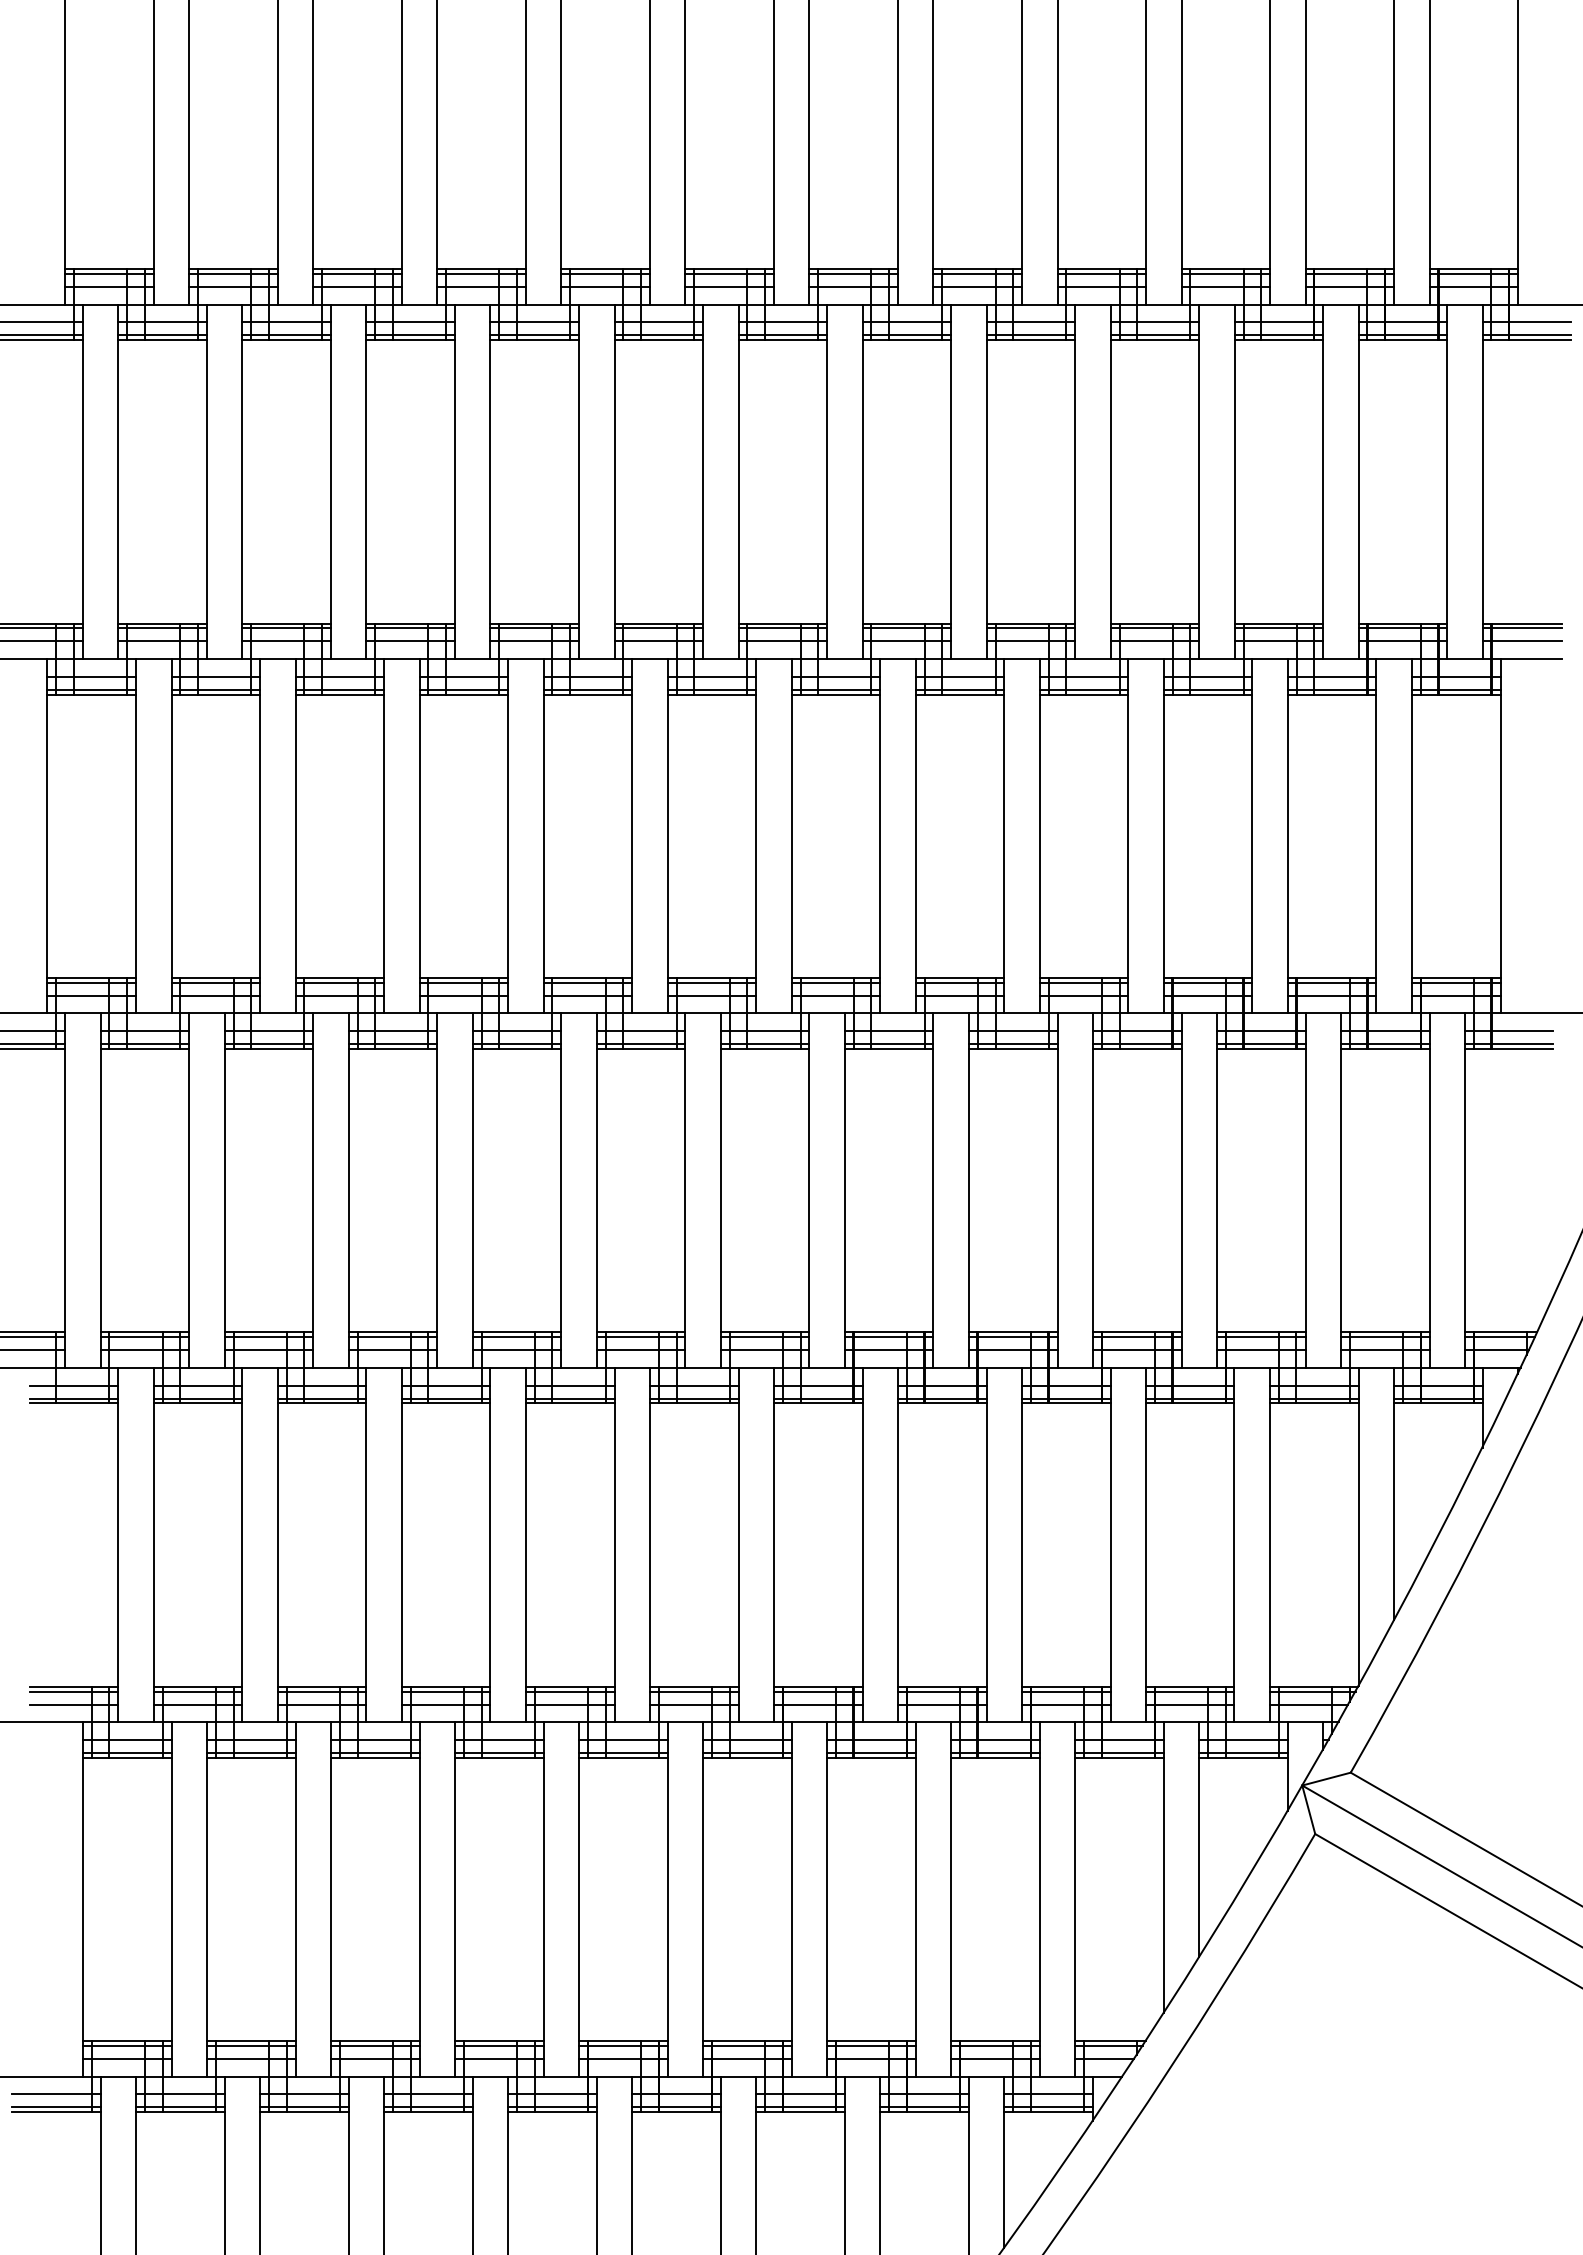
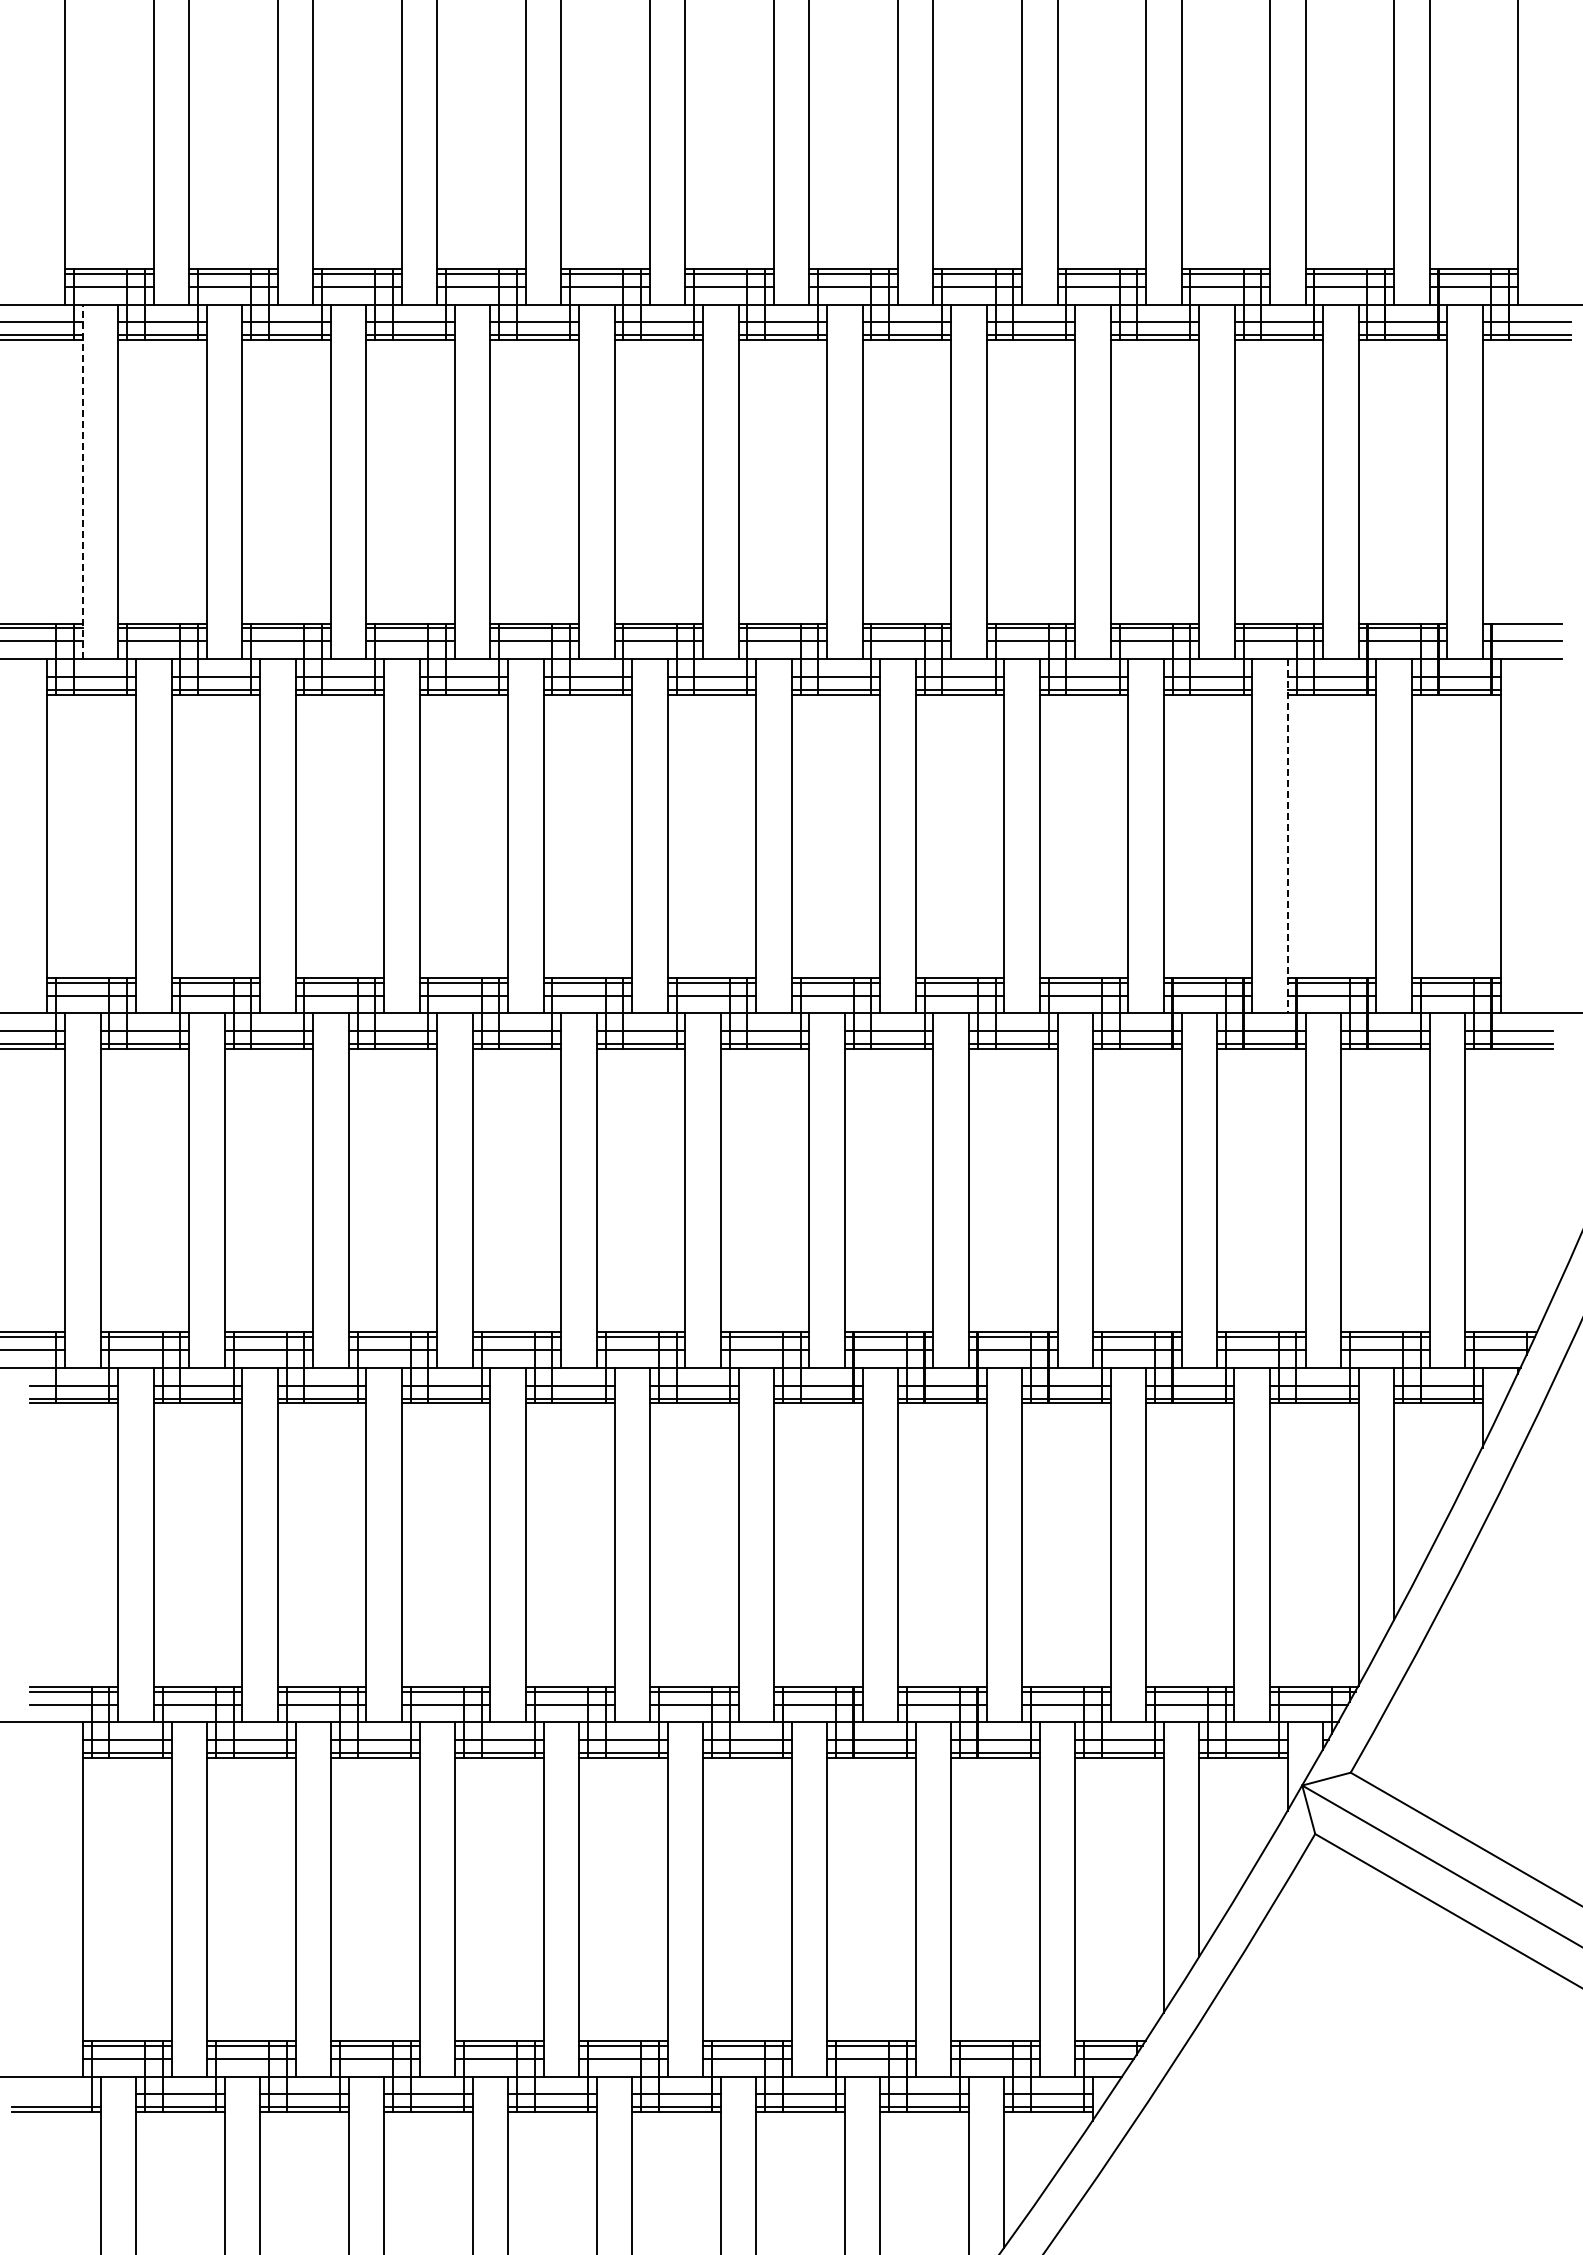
line at (82, 481): solid -> dashed
line at (1522, 628): present -> none
line at (1287, 836): solid -> dashed
line at (56, 2094): present -> none
